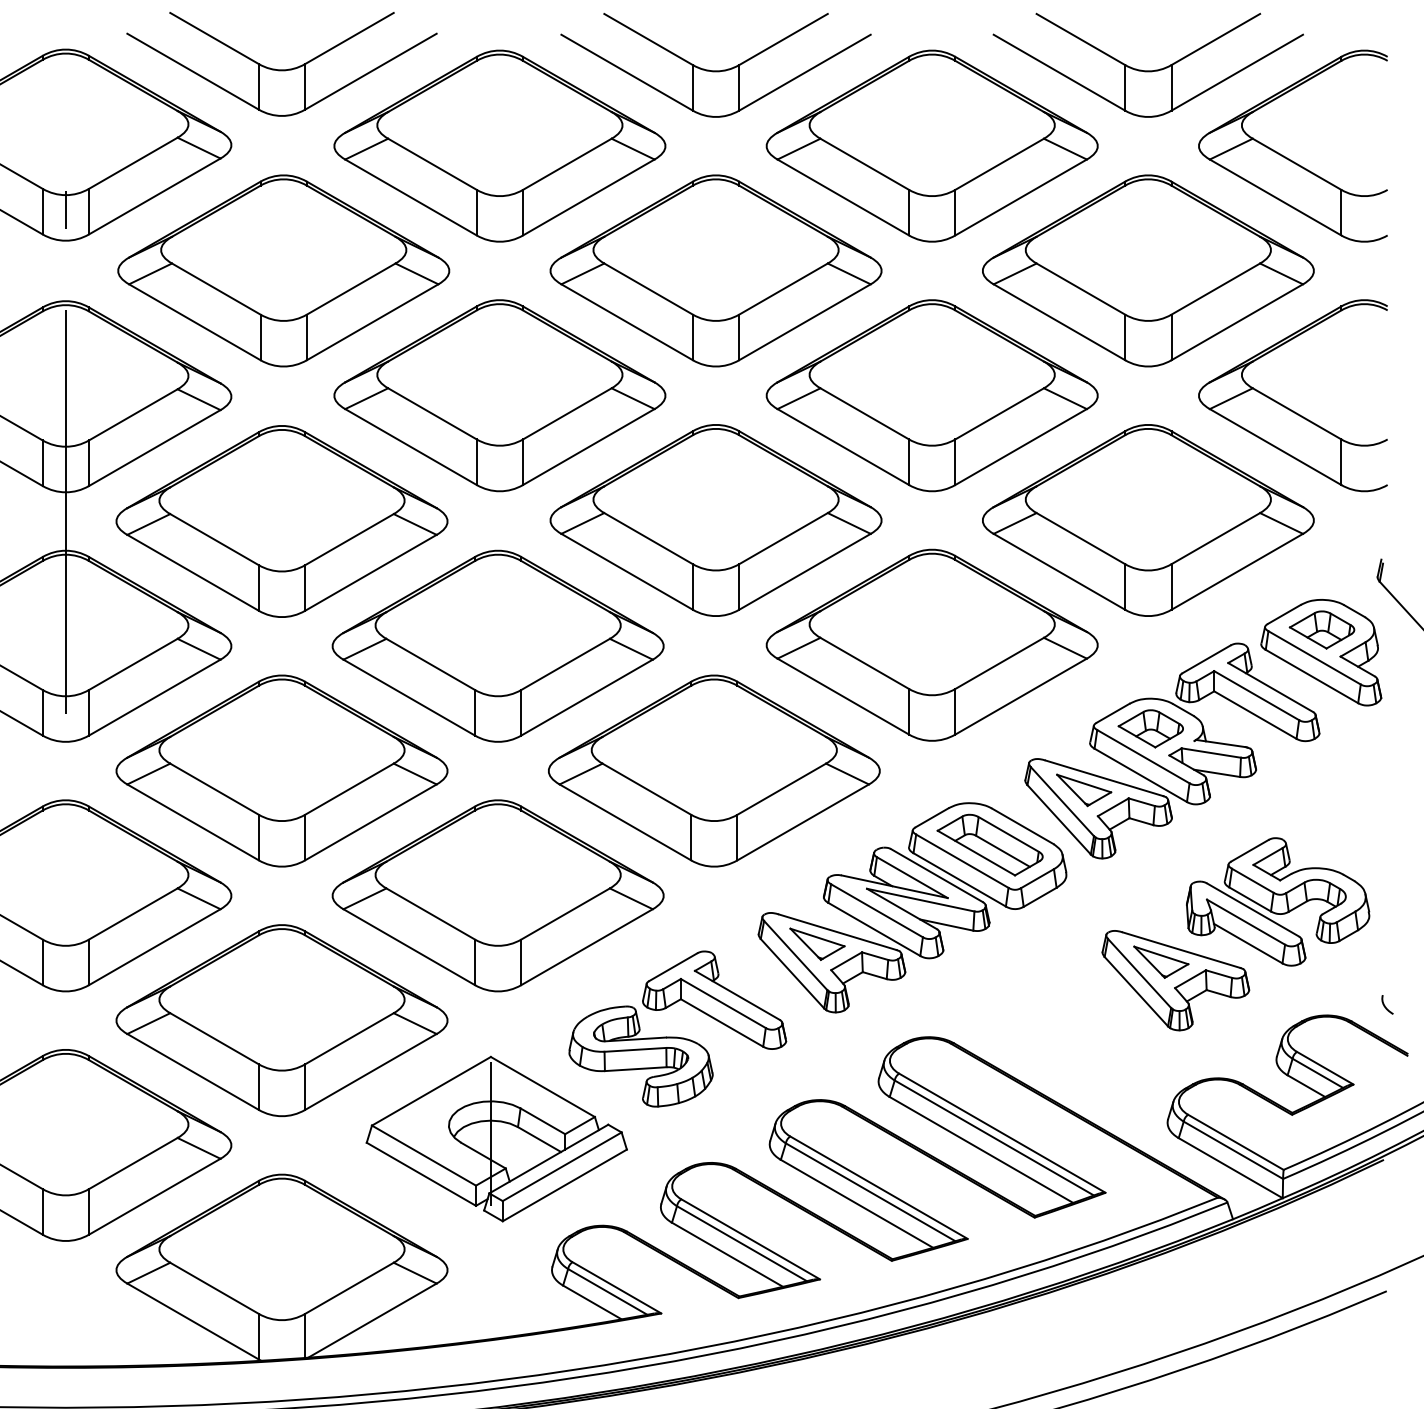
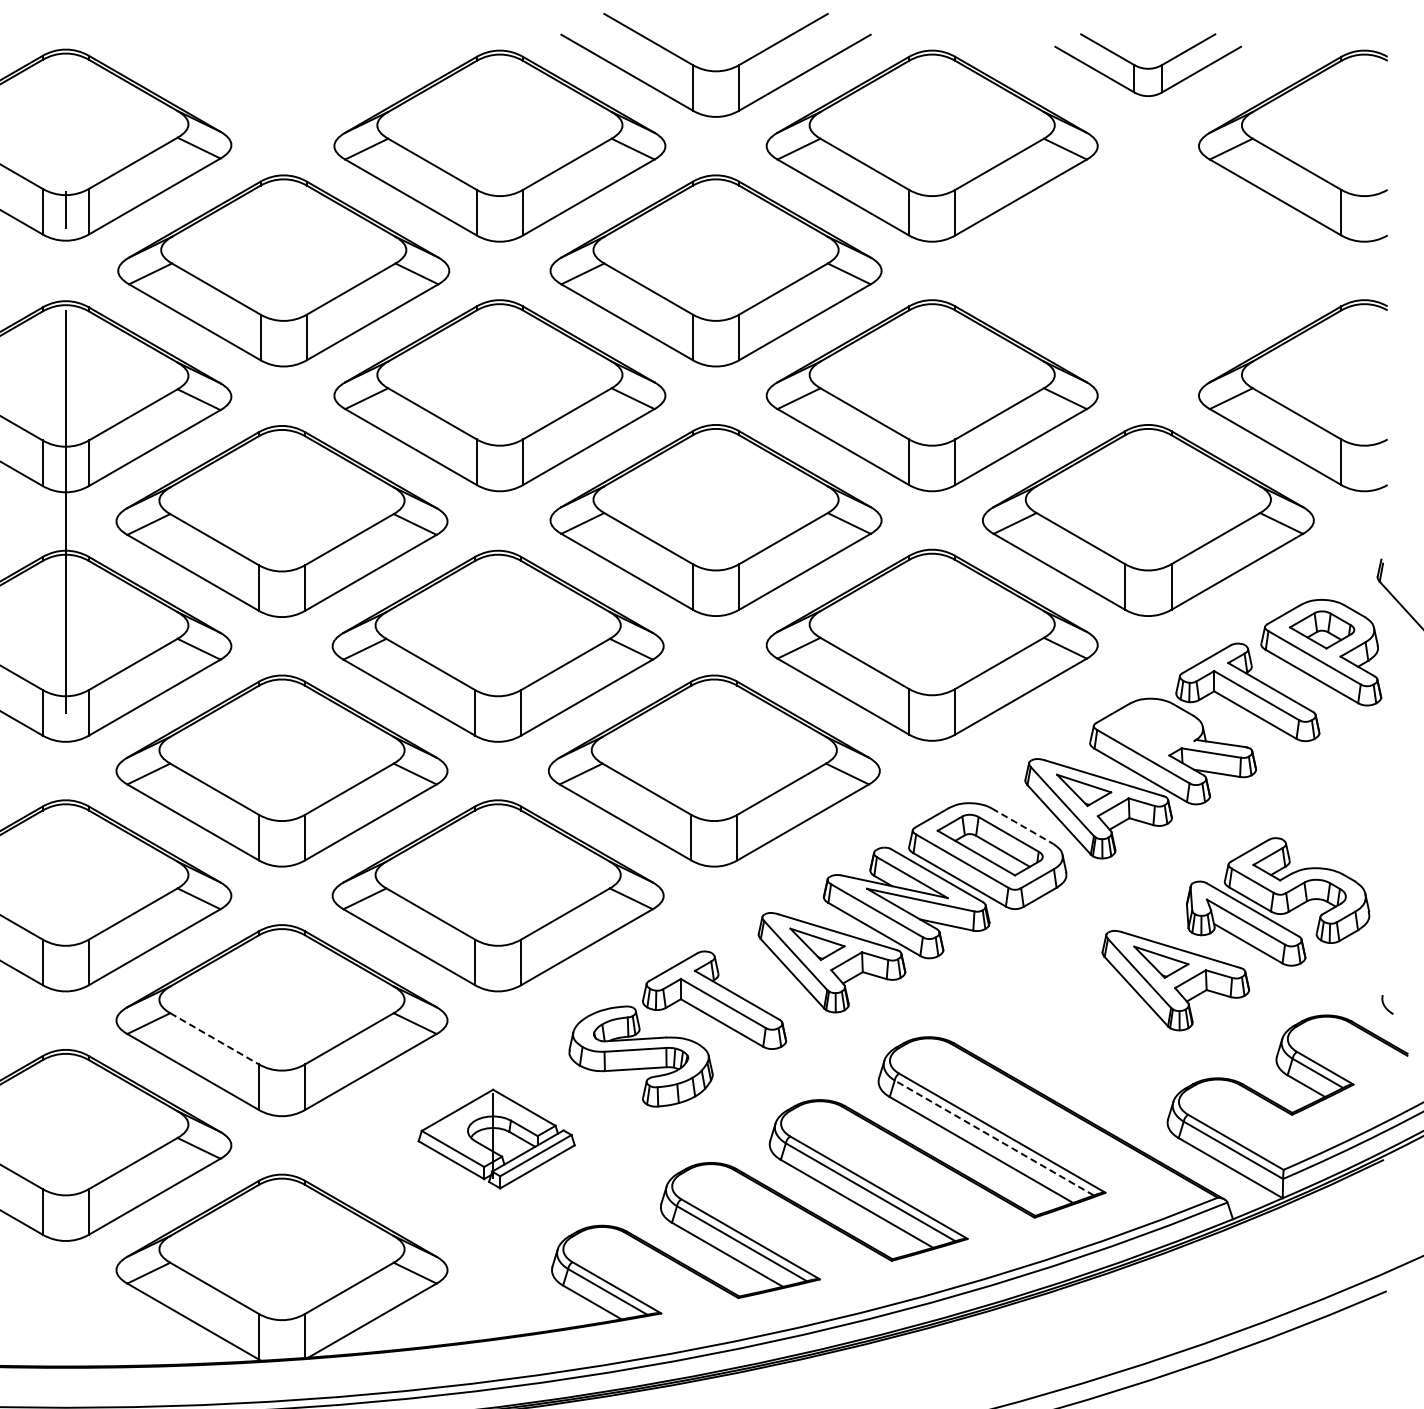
part at (281, 64): present -> none
part at (1147, 64) size: 312x106 px -> 188x64 px
part at (1148, 270): present -> none
part at (1150, 728): present -> none
line at (1022, 826): solid -> dashed
line at (215, 1039): solid -> dashed
line at (994, 1137): solid -> dashed
part at (496, 1138) size: 263x168 px -> 159x102 px
